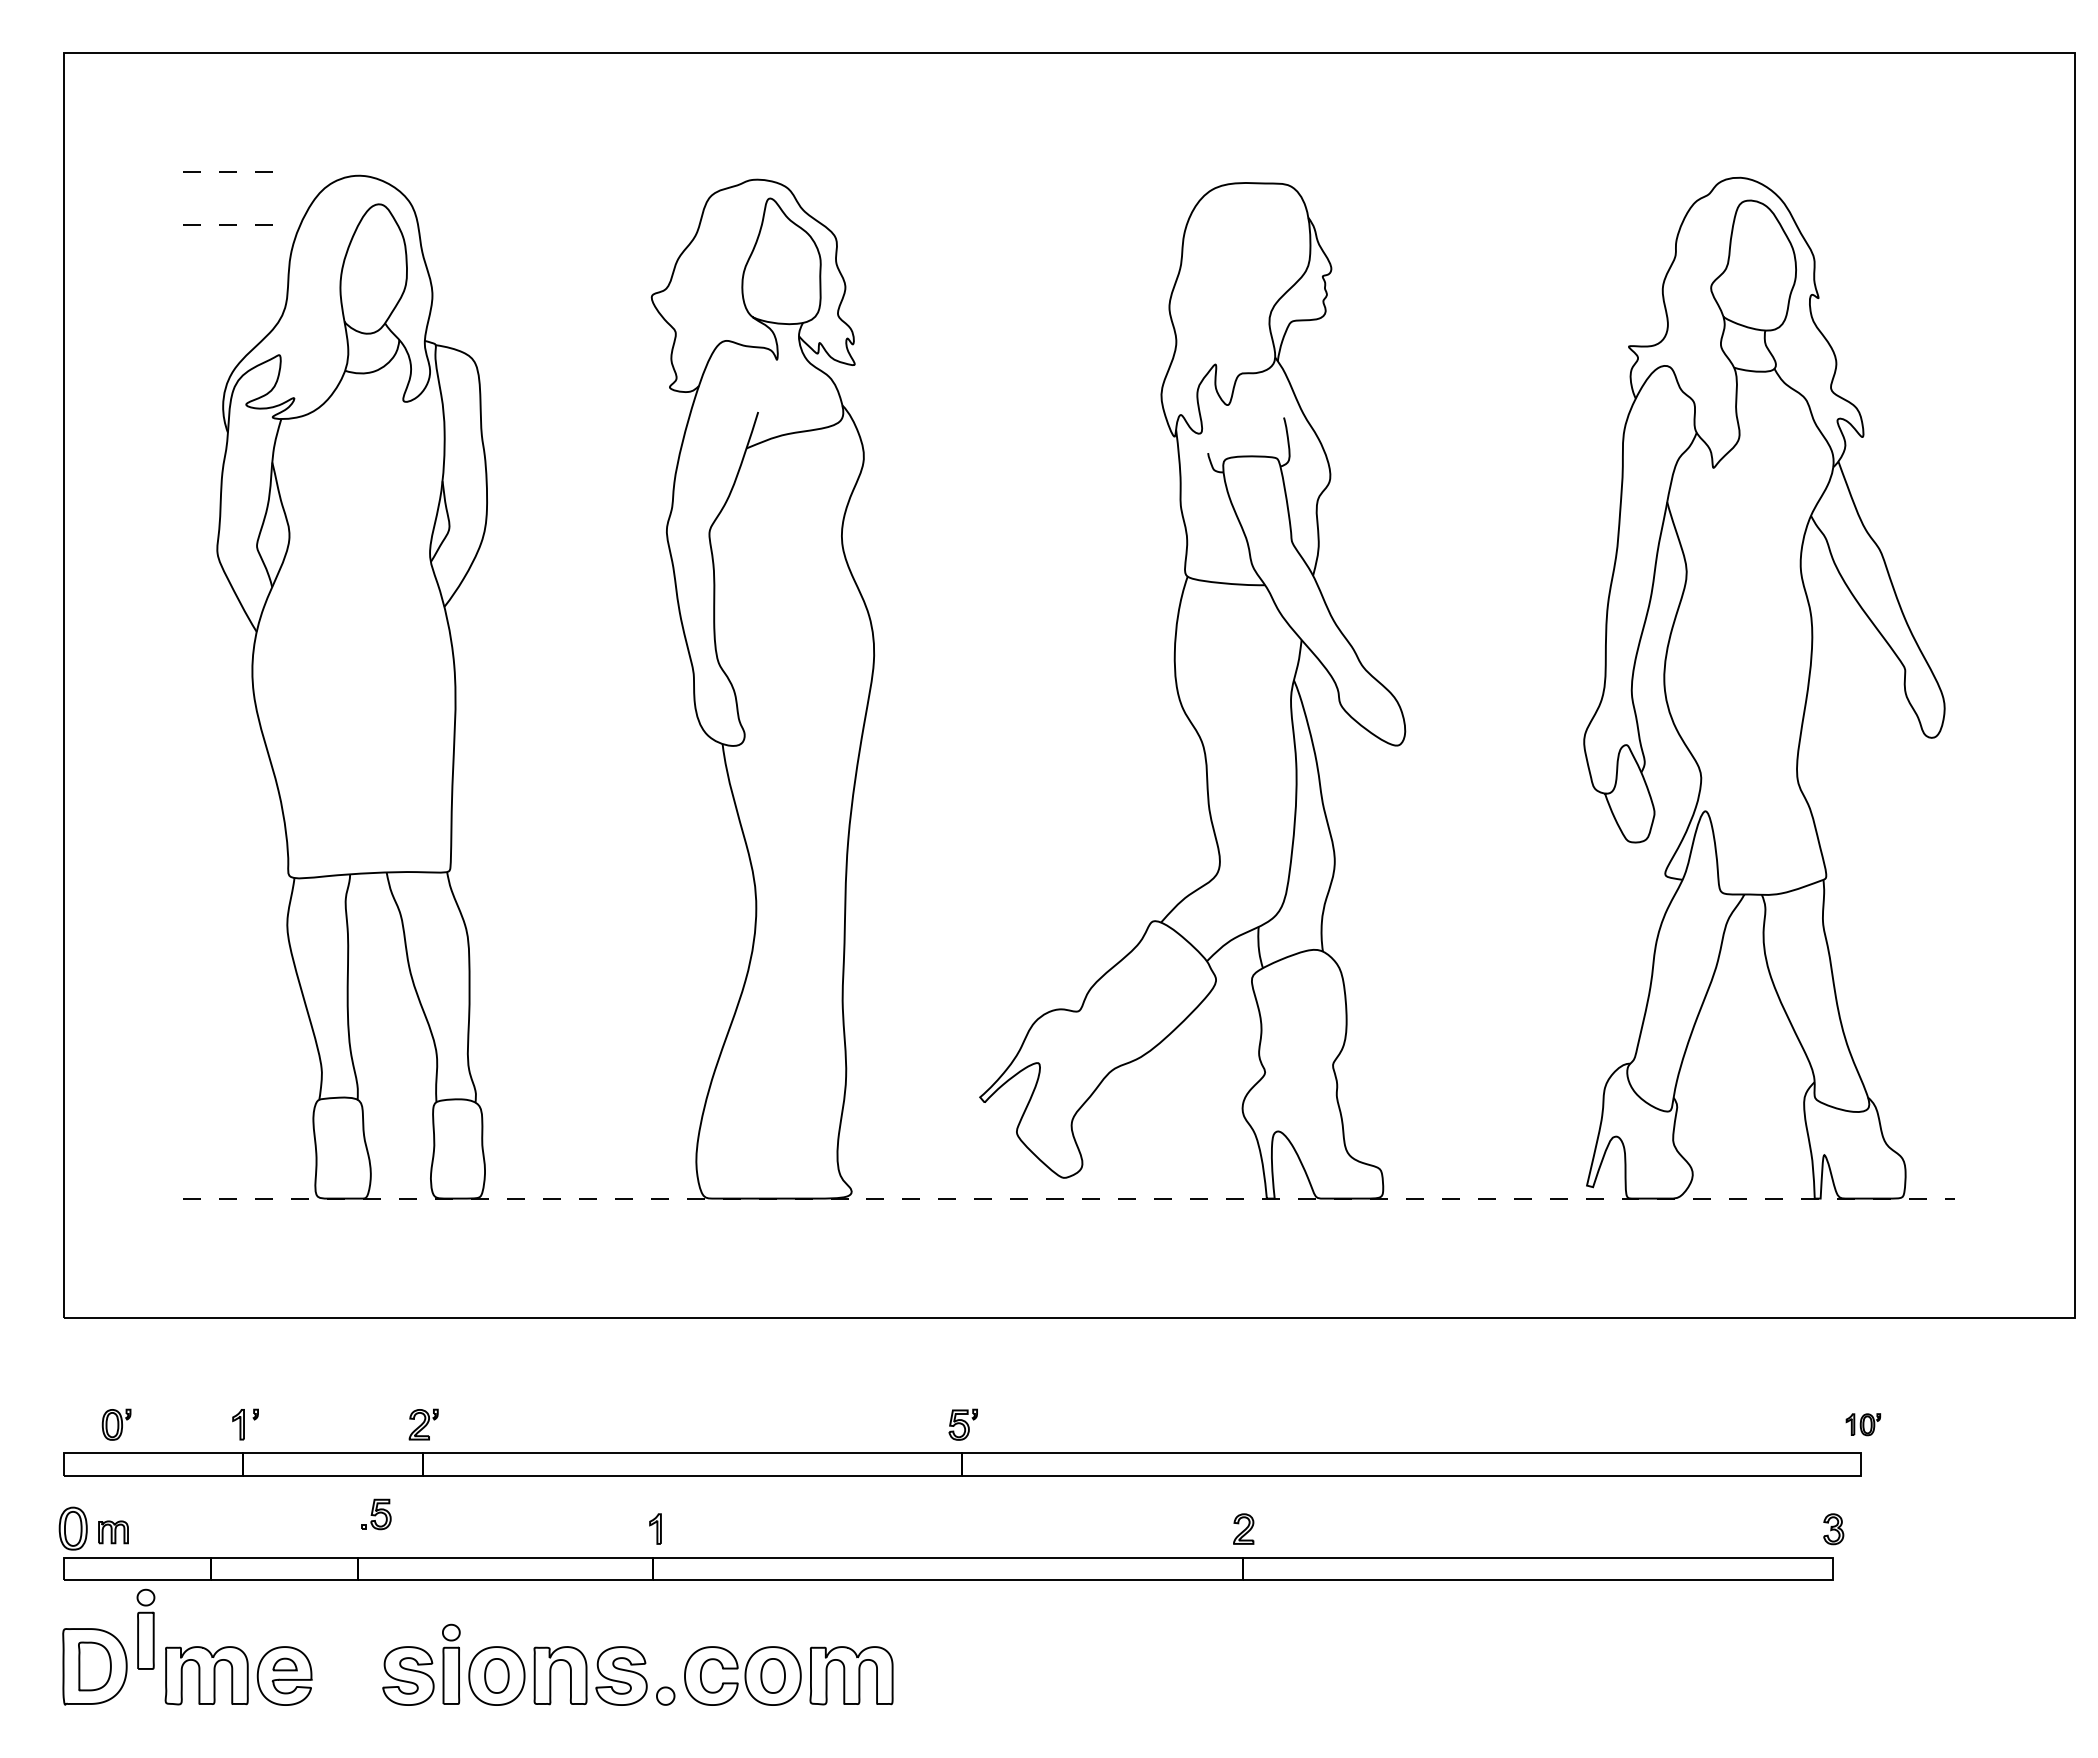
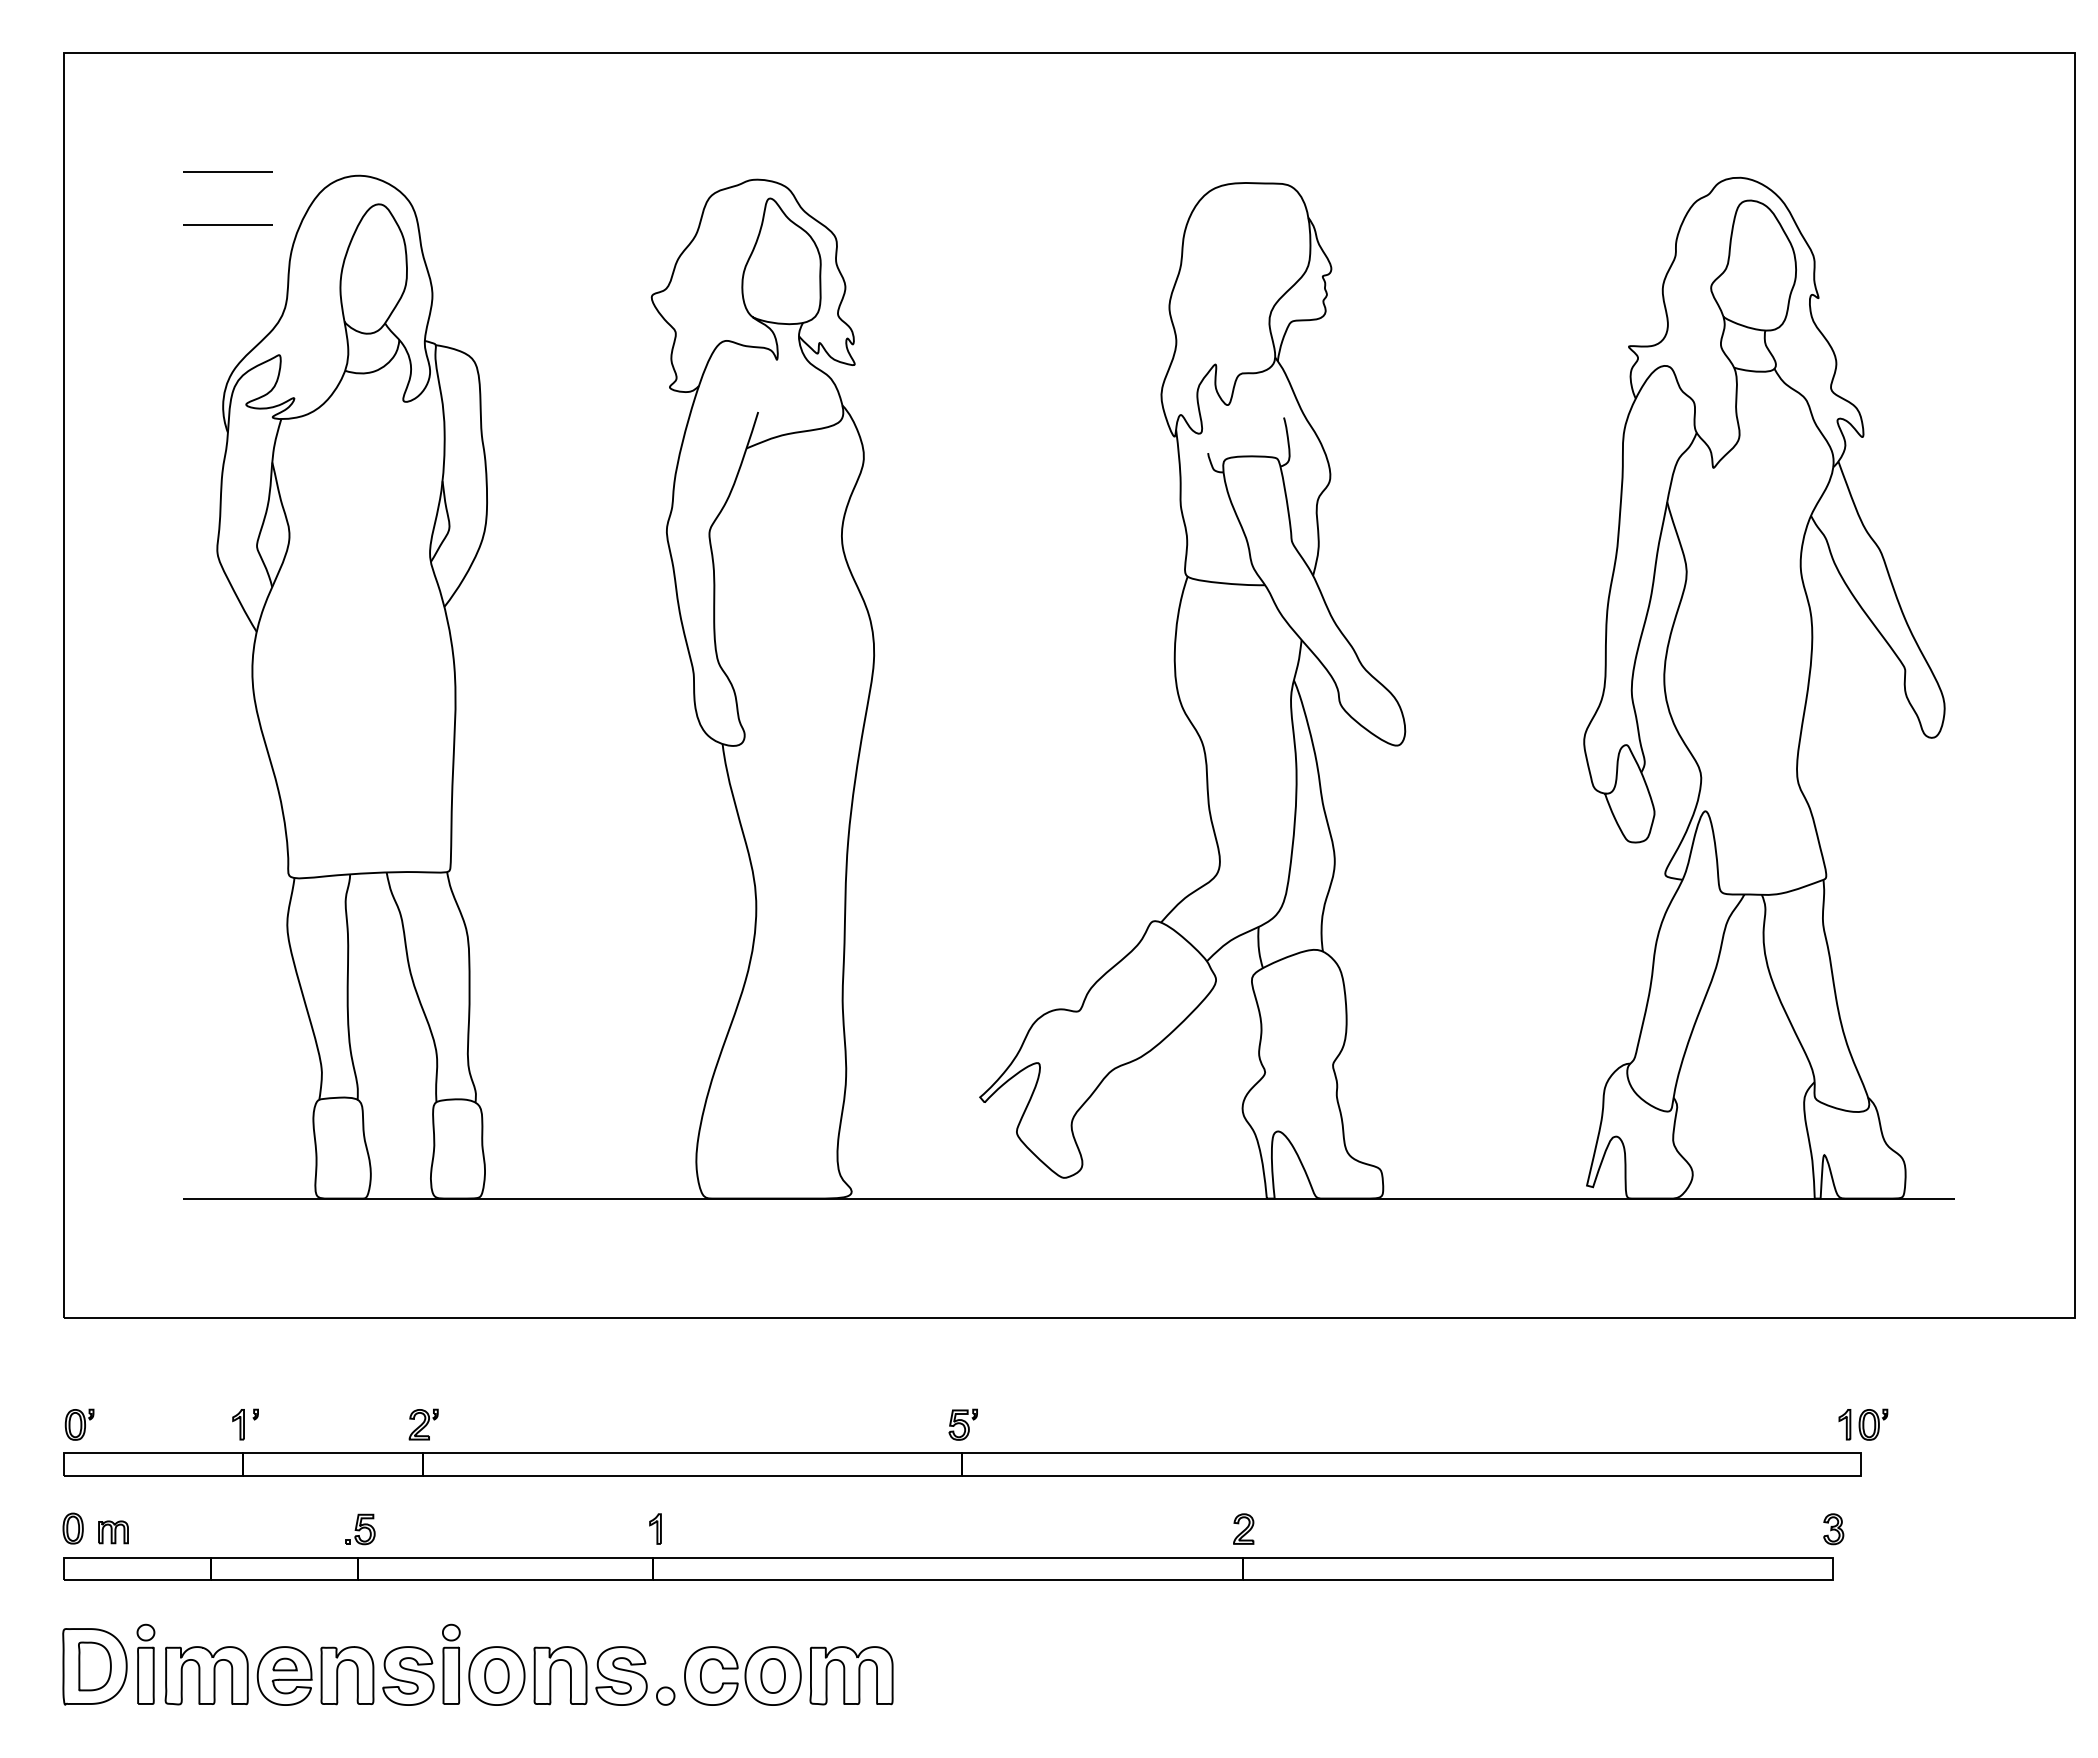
line at (228, 172): dashed -> solid
line at (228, 224): dashed -> solid
line at (1069, 1198): dashed -> solid
part at (116, 1424) position: (116, 1424) -> (79, 1424)
part at (1863, 1424) size: 37x24 px -> 51x33 px
part at (376, 1514) position: (376, 1514) -> (360, 1529)
part at (72, 1528) size: 30x45 px -> 22x33 px
part at (145, 1628) position: (145, 1628) -> (145, 1663)
part at (338, 1675): none -> present
